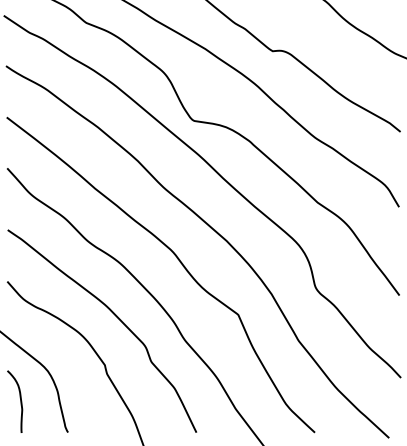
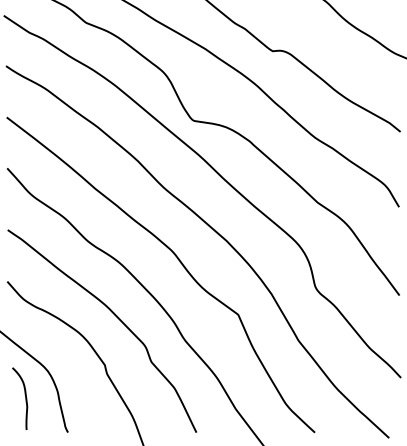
curve at (20, 401) position: (20, 401) -> (25, 398)
